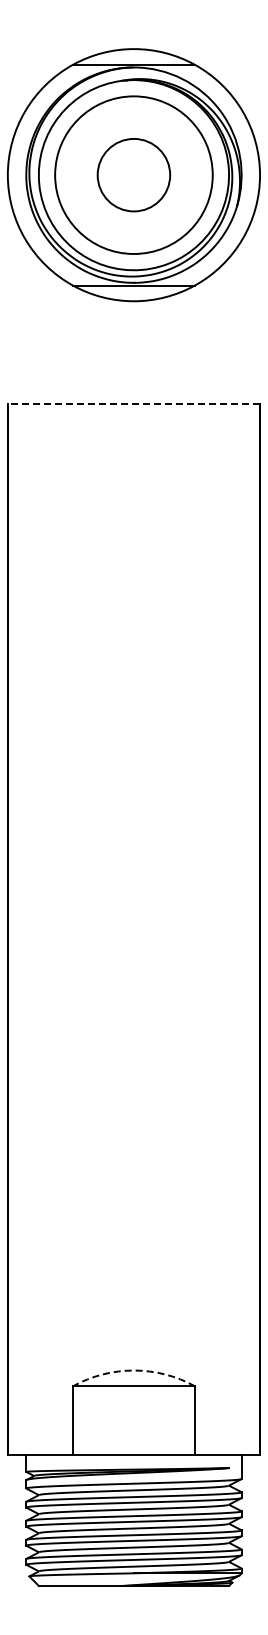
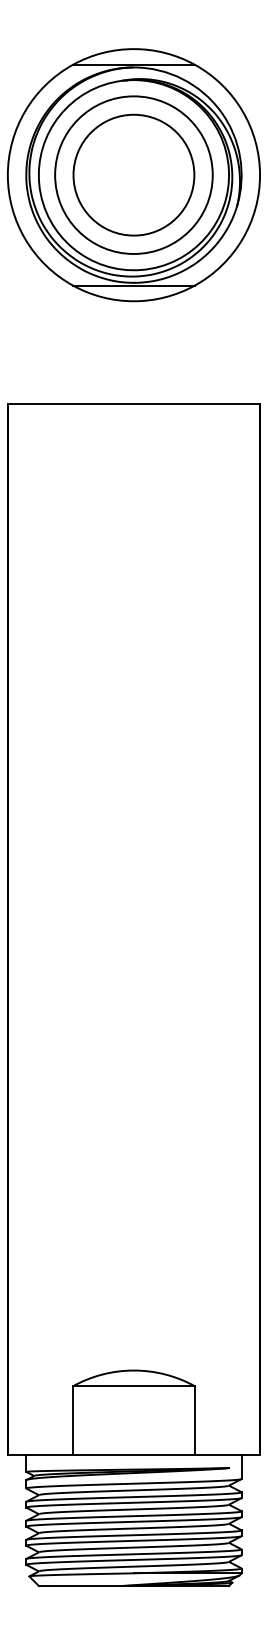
circle at (133, 174) diameter: 73 px -> 121 px
line at (133, 403): dashed -> solid
arc at (134, 1370): dashed -> solid
